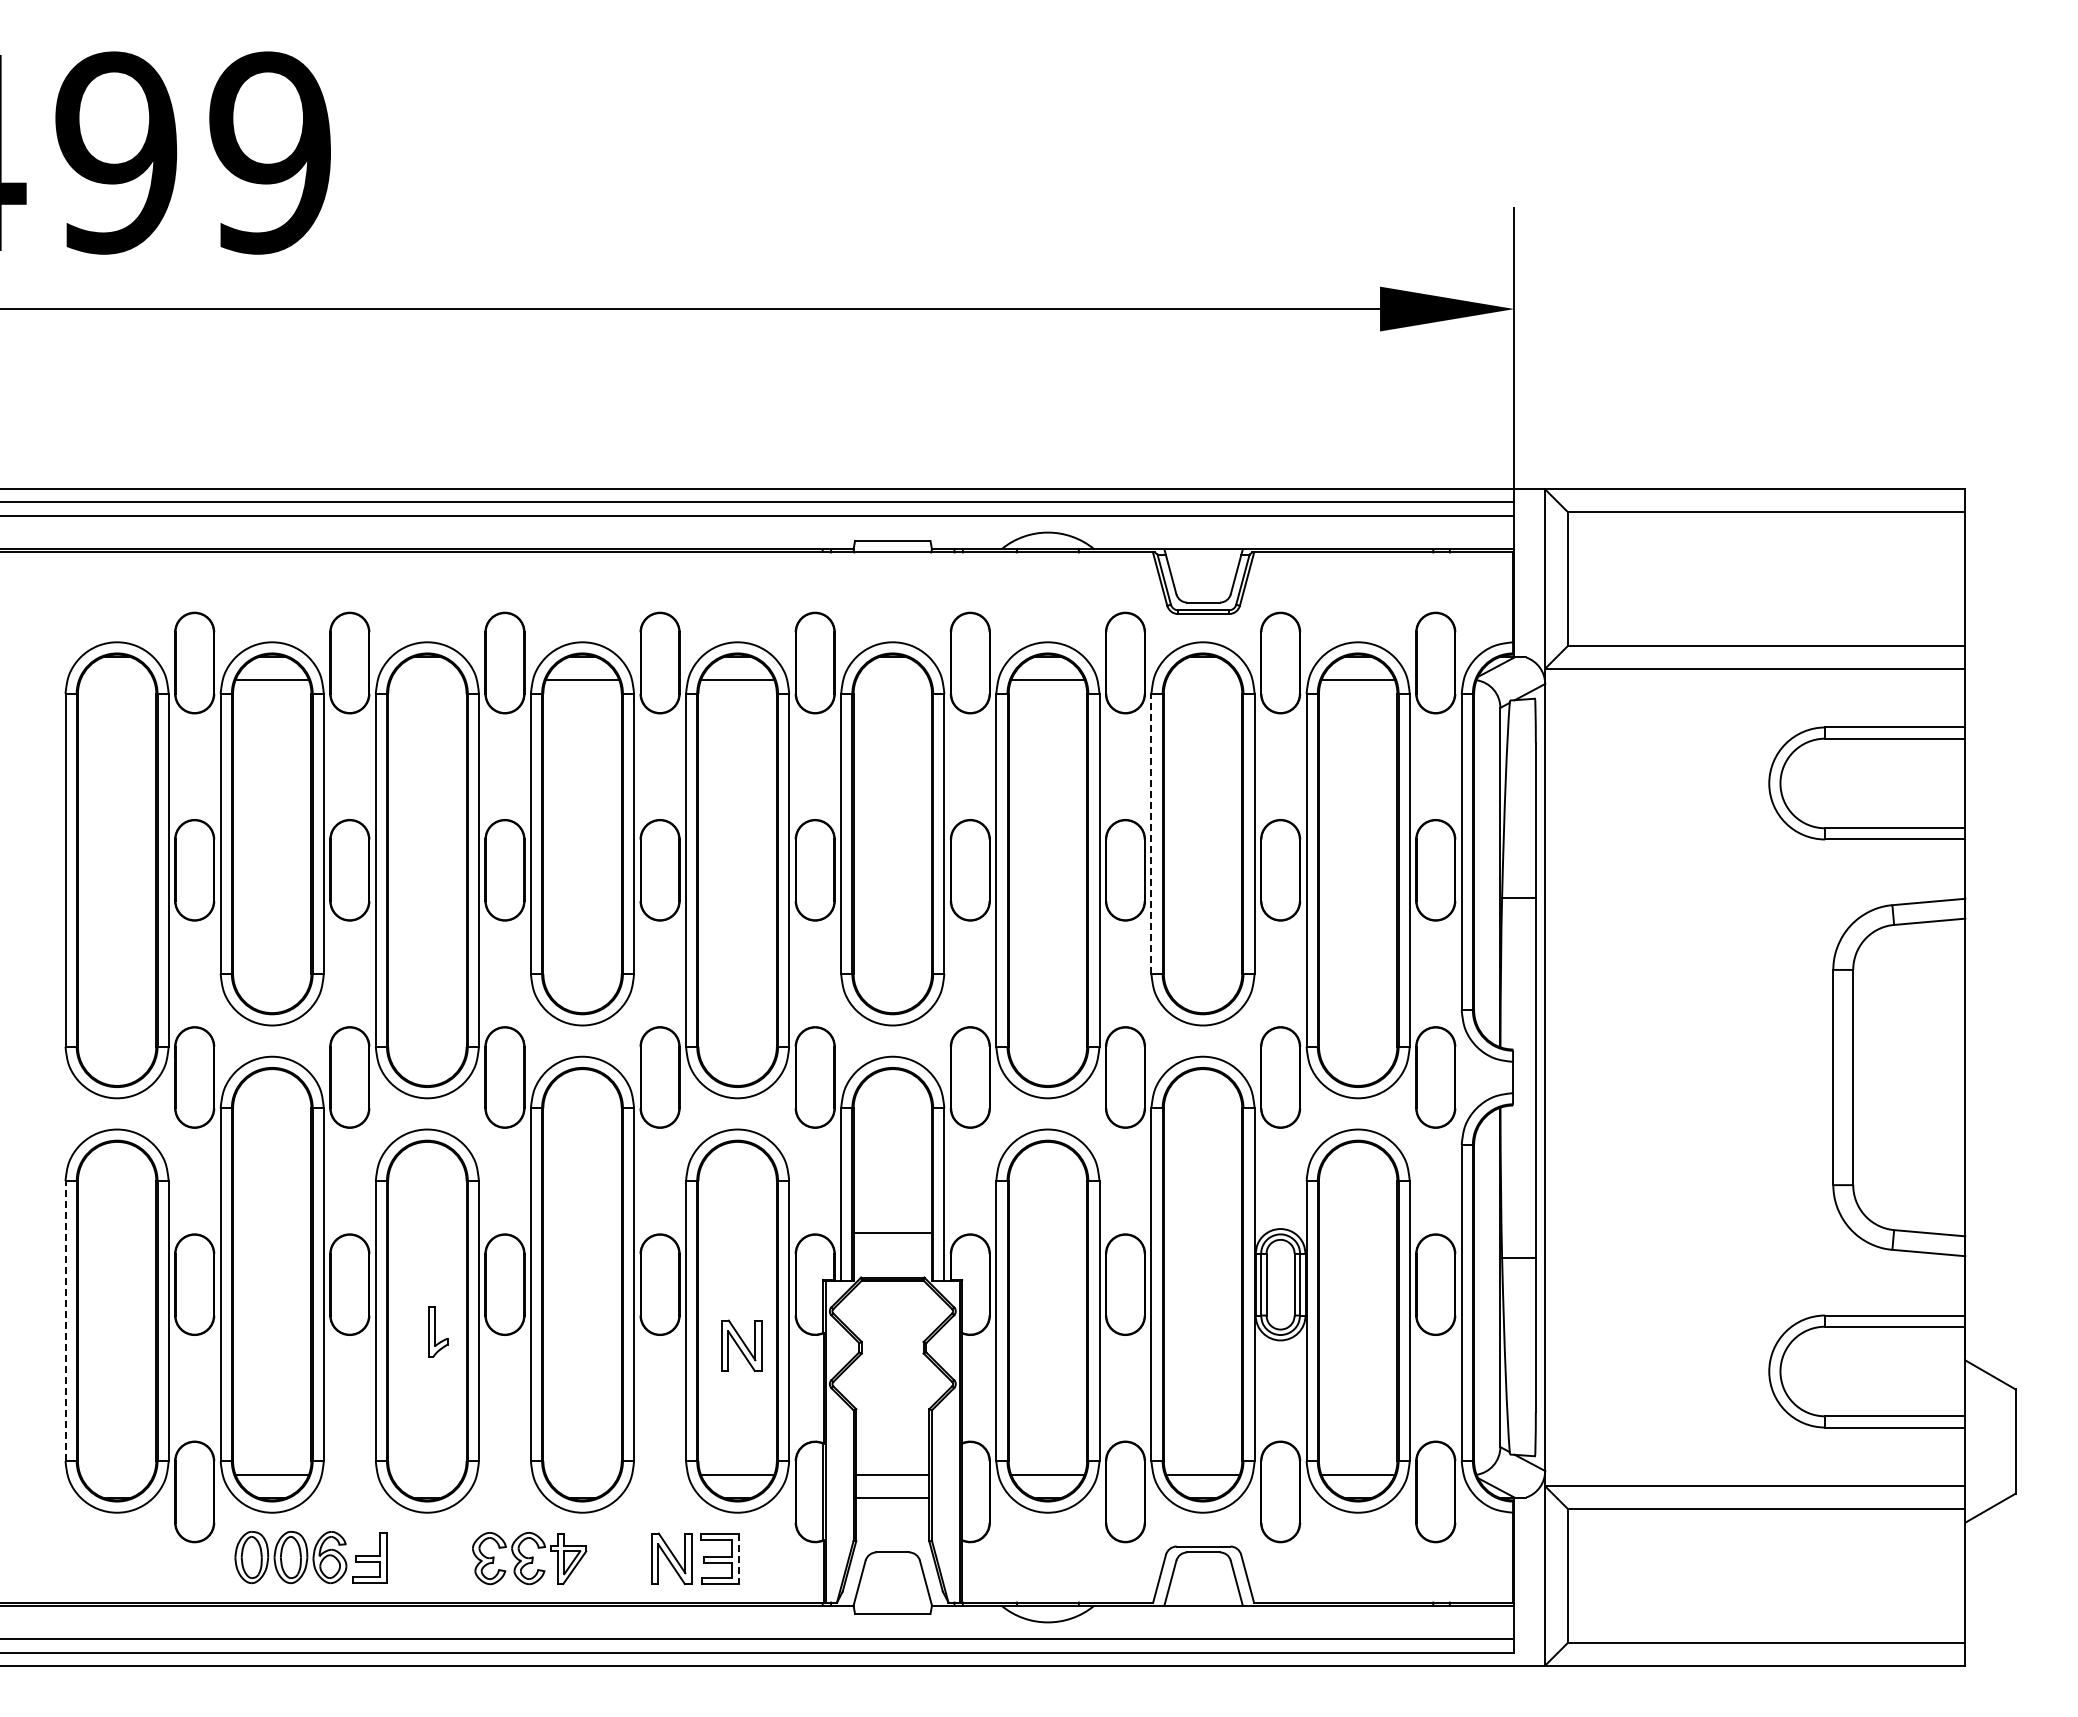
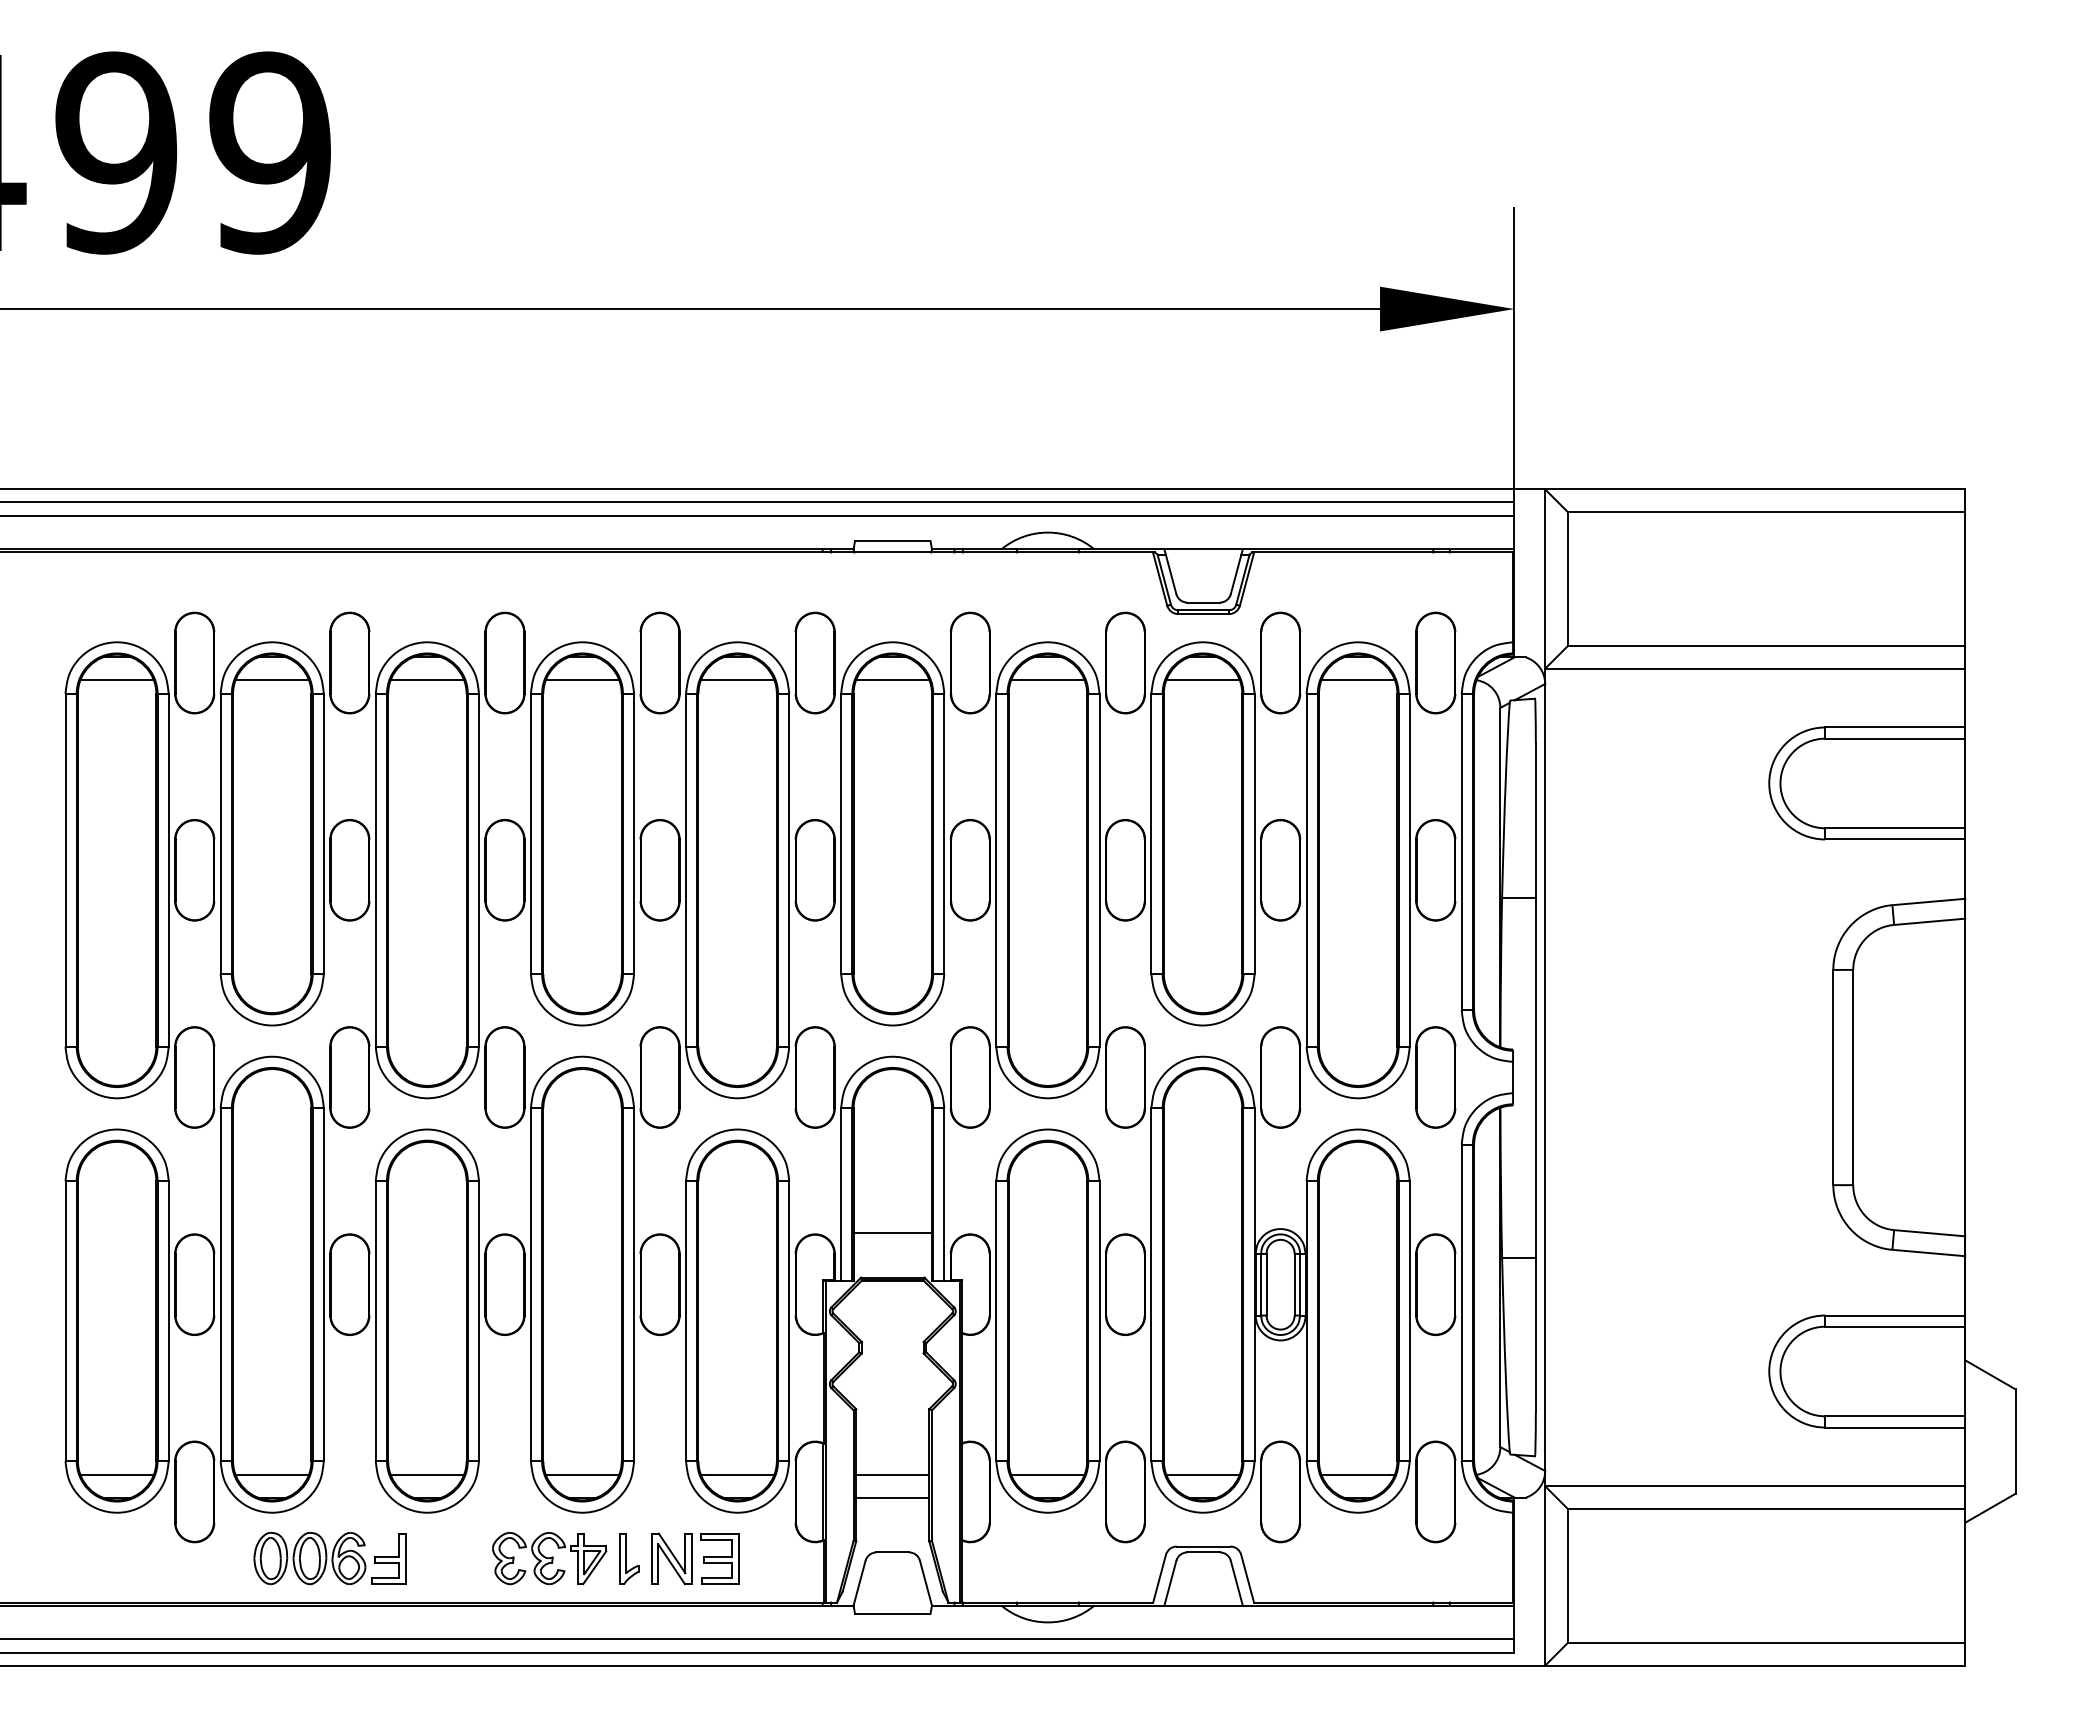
line at (116, 679): none -> present
line at (426, 679): none -> present
line at (892, 679): none -> present
line at (1202, 679): none -> present
line at (1151, 833): dashed -> solid
line at (65, 1320): dashed -> solid
part at (438, 1331) position: (438, 1331) -> (629, 1558)
part at (741, 1345): present -> none
line at (116, 1475): none -> present
line at (426, 1475): none -> present
line at (582, 1475): none -> present
part at (310, 1557) position: (310, 1557) -> (329, 1558)
part at (529, 1558) position: (529, 1558) -> (549, 1558)
line at (738, 1559): dashed -> solid
